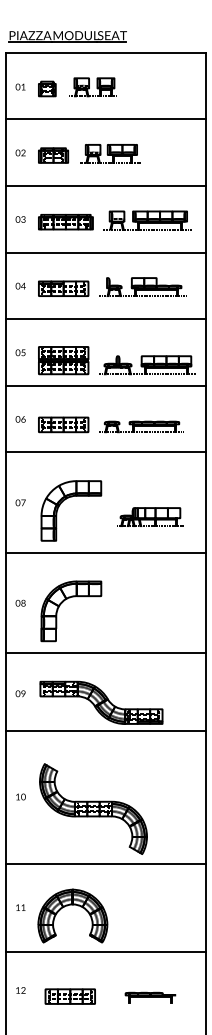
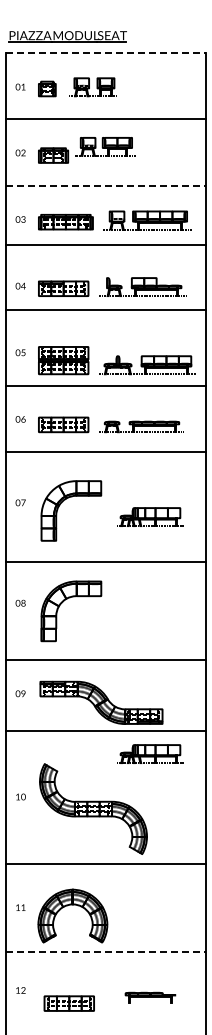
line at (105, 52): solid -> dashed
part at (110, 153) position: (110, 153) -> (105, 146)
line at (105, 185): solid -> dashed
line at (105, 252) position: (105, 252) -> (105, 244)
line at (105, 319) position: (105, 319) -> (105, 310)
line at (105, 552) position: (105, 552) -> (105, 561)
line at (105, 653) position: (105, 653) -> (105, 660)
part at (150, 753): none -> present
line at (105, 952): solid -> dashed
part at (69, 996) position: (69, 996) -> (68, 1003)
